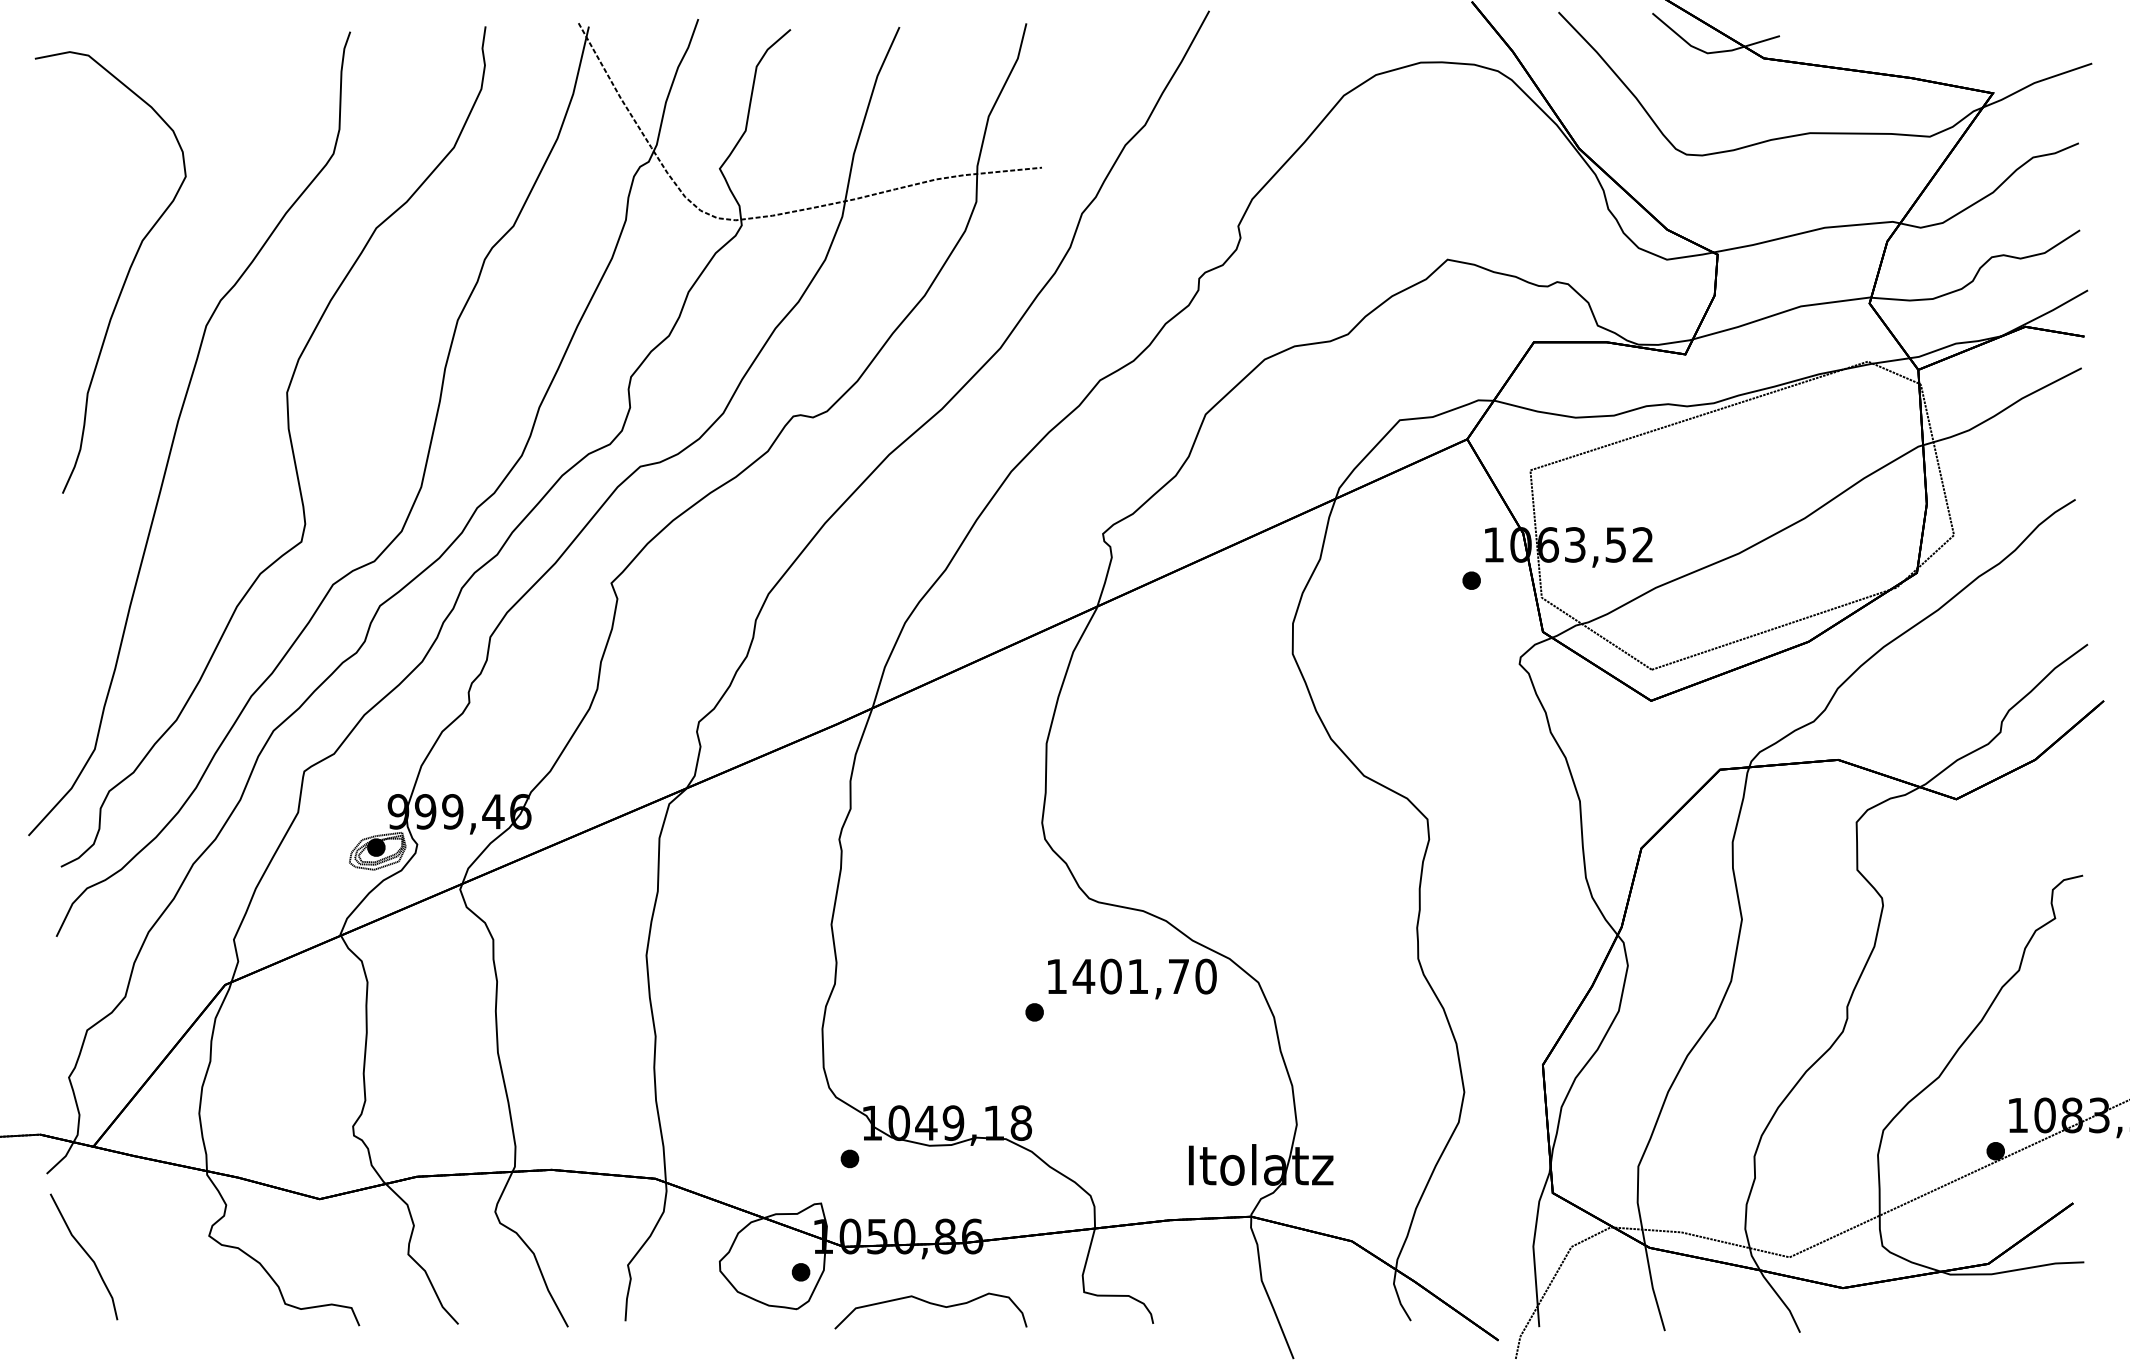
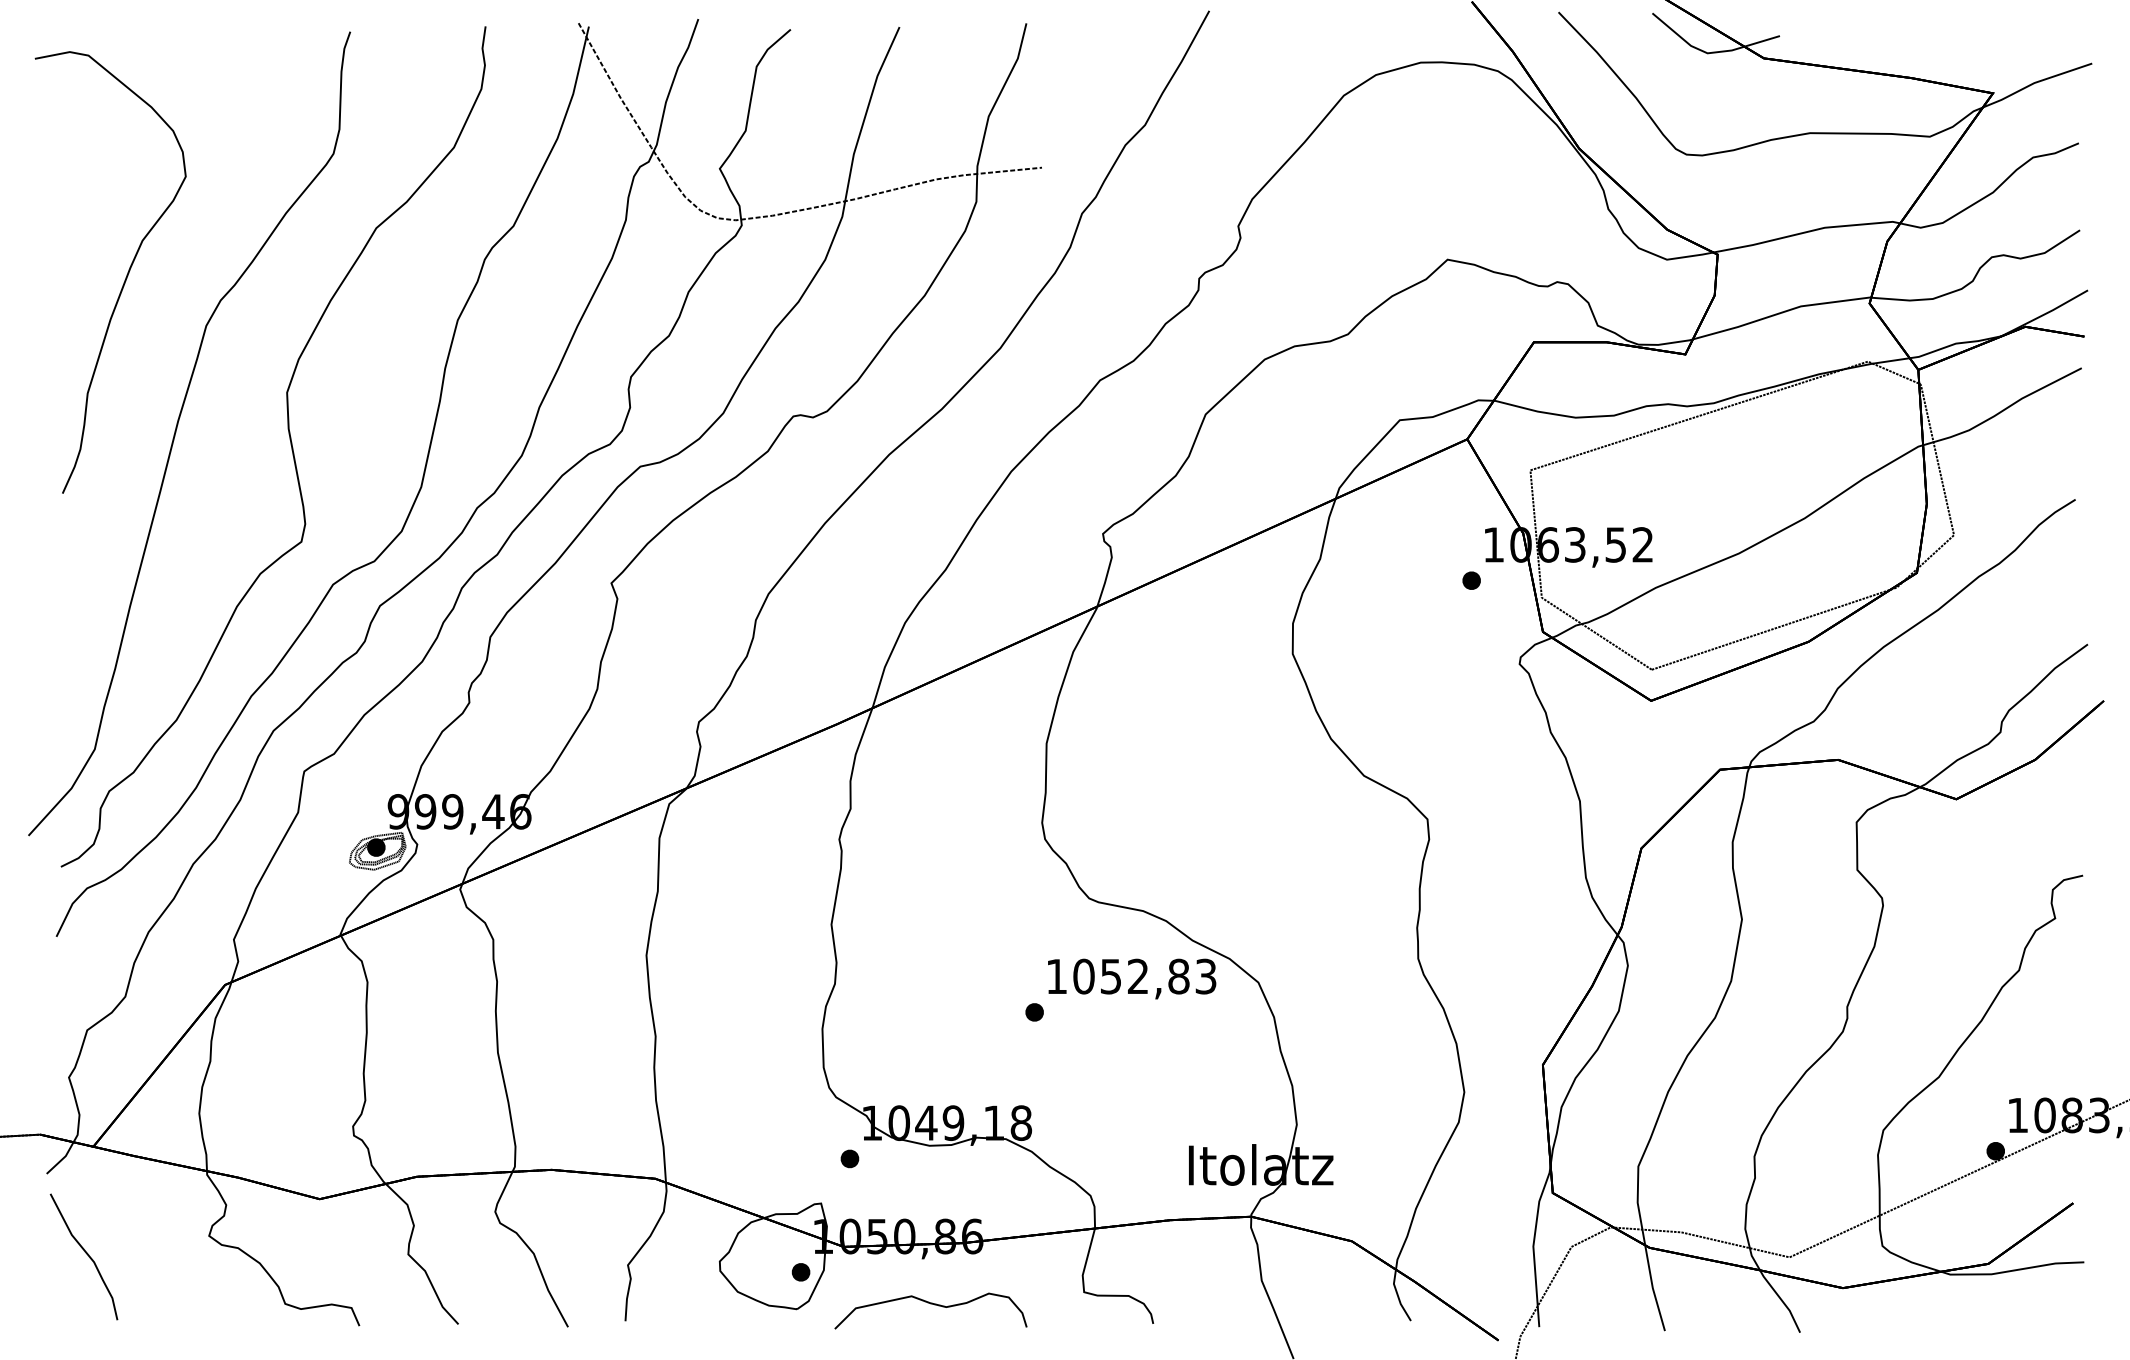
text at (1144, 976): 1401,70 -> 1052,83
